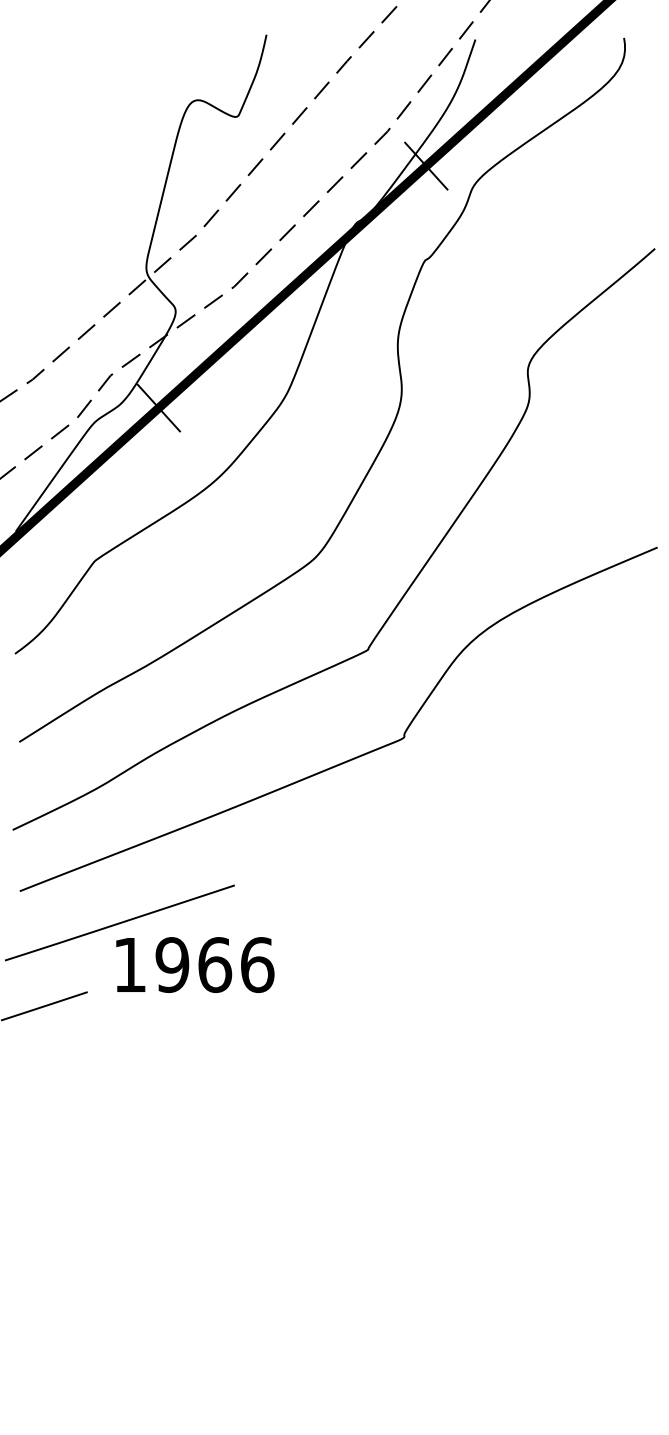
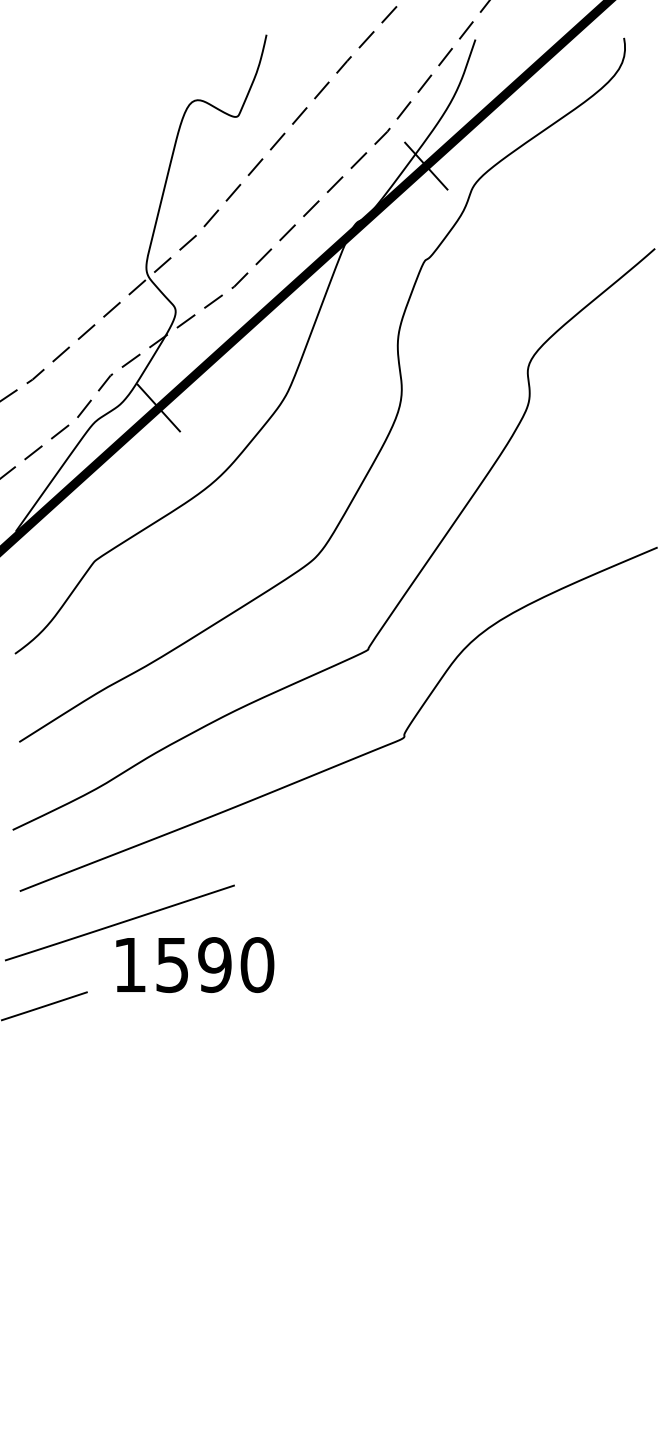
text at (214, 965): 1966 -> 1590
